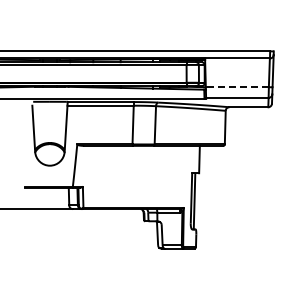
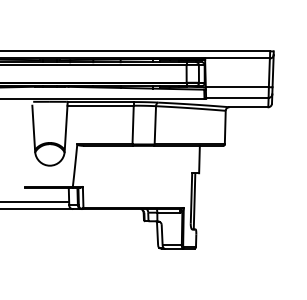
line at (237, 87): dashed -> solid
line at (35, 201): none -> present
